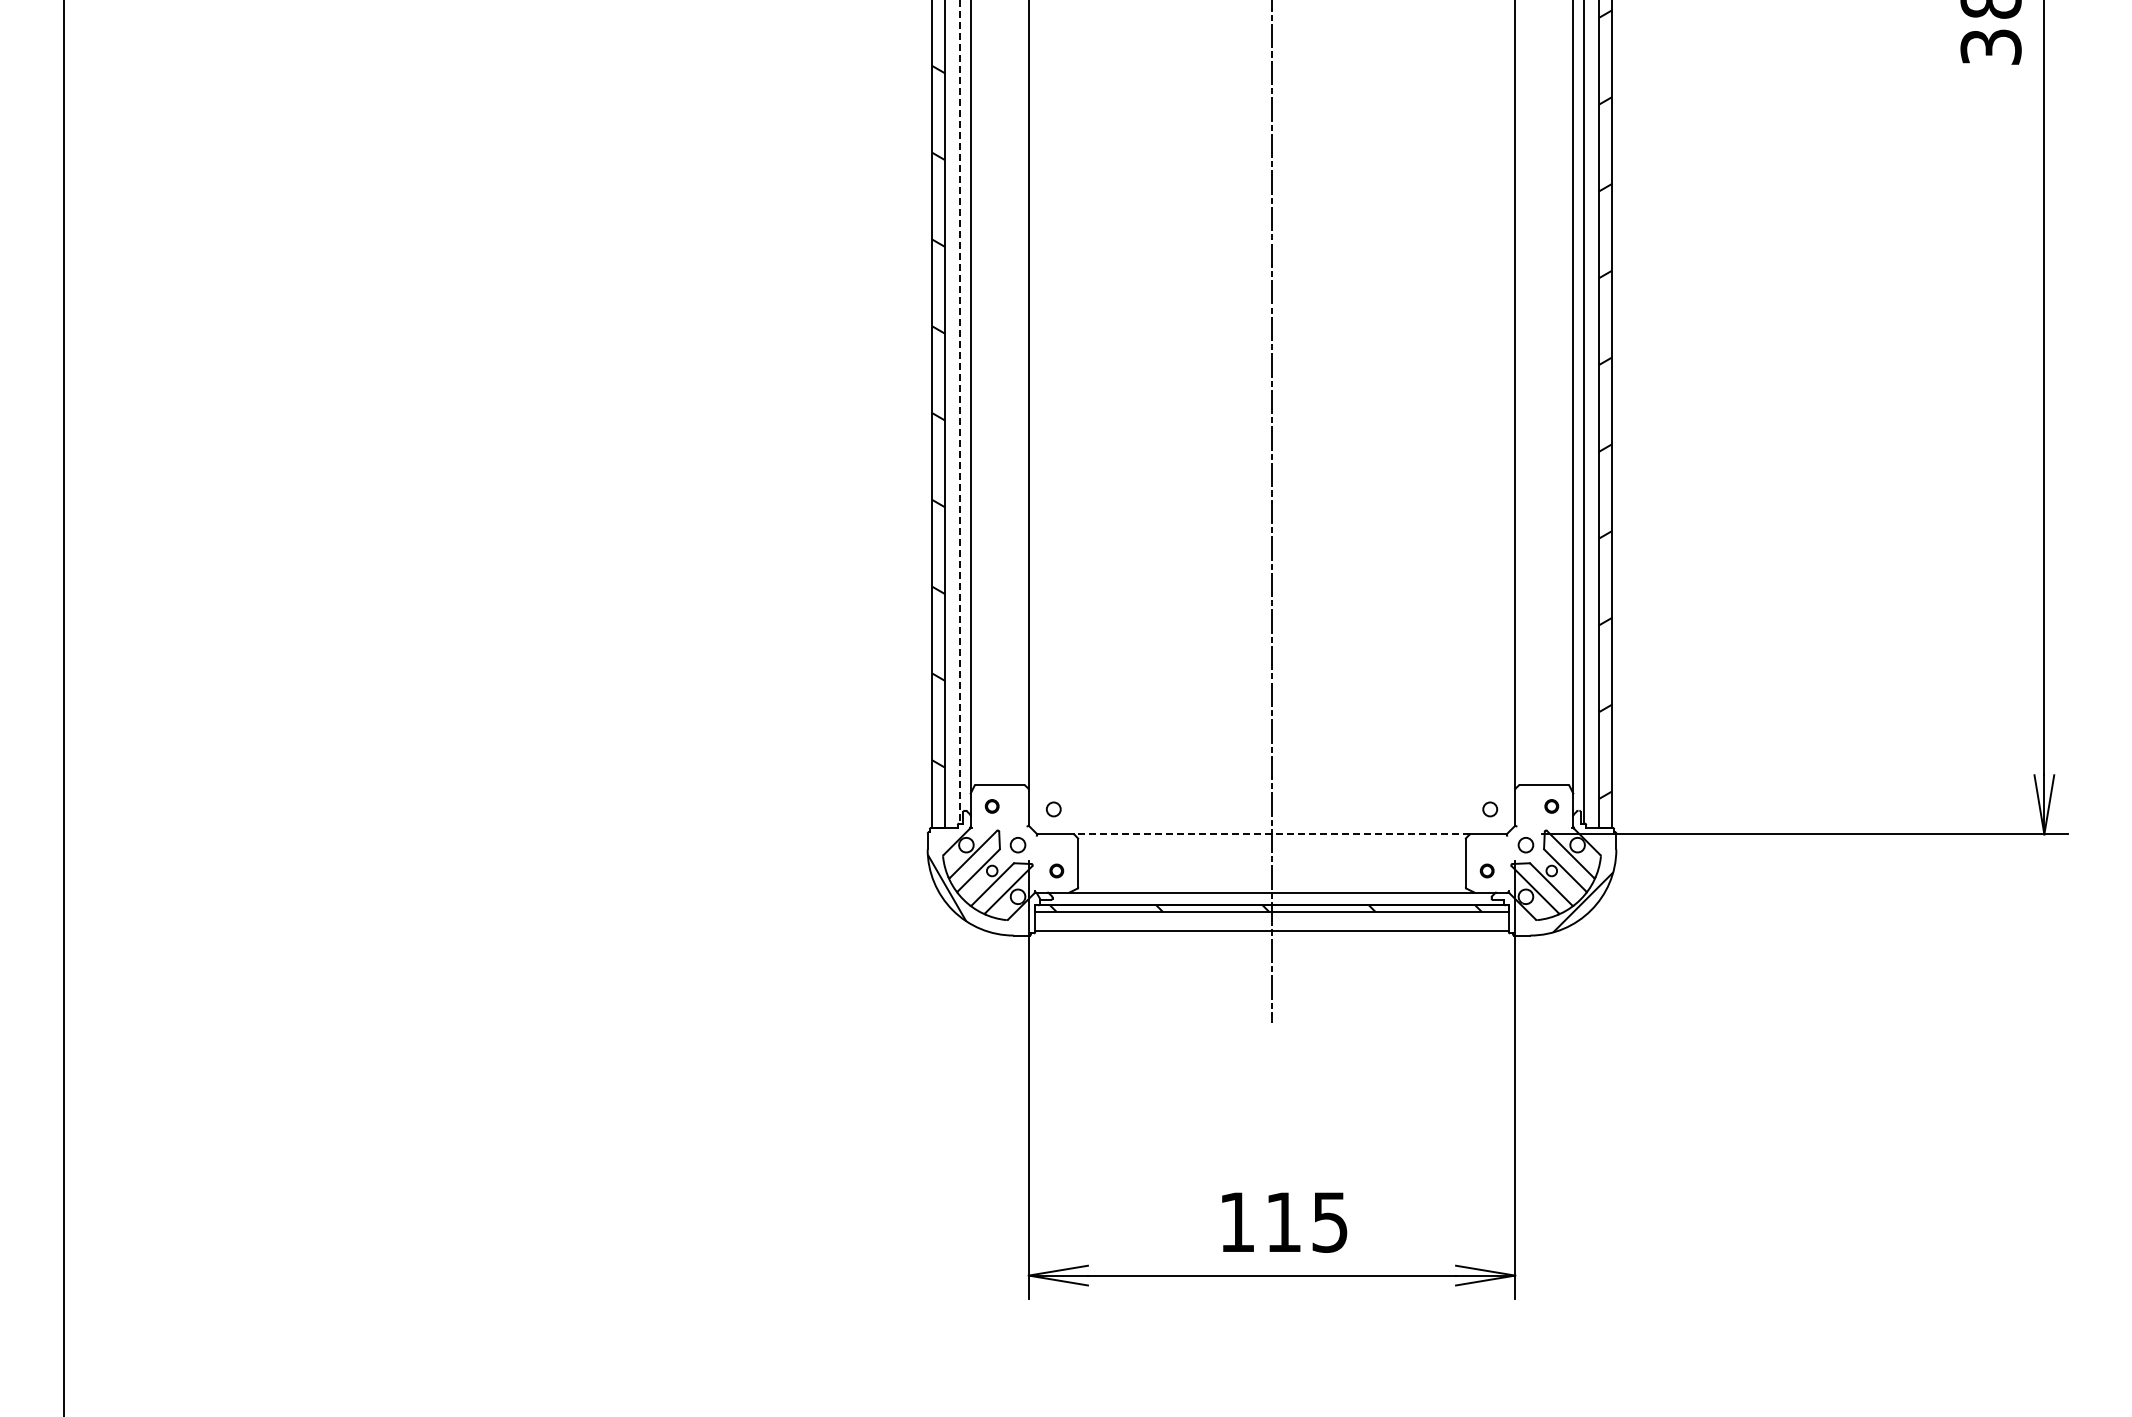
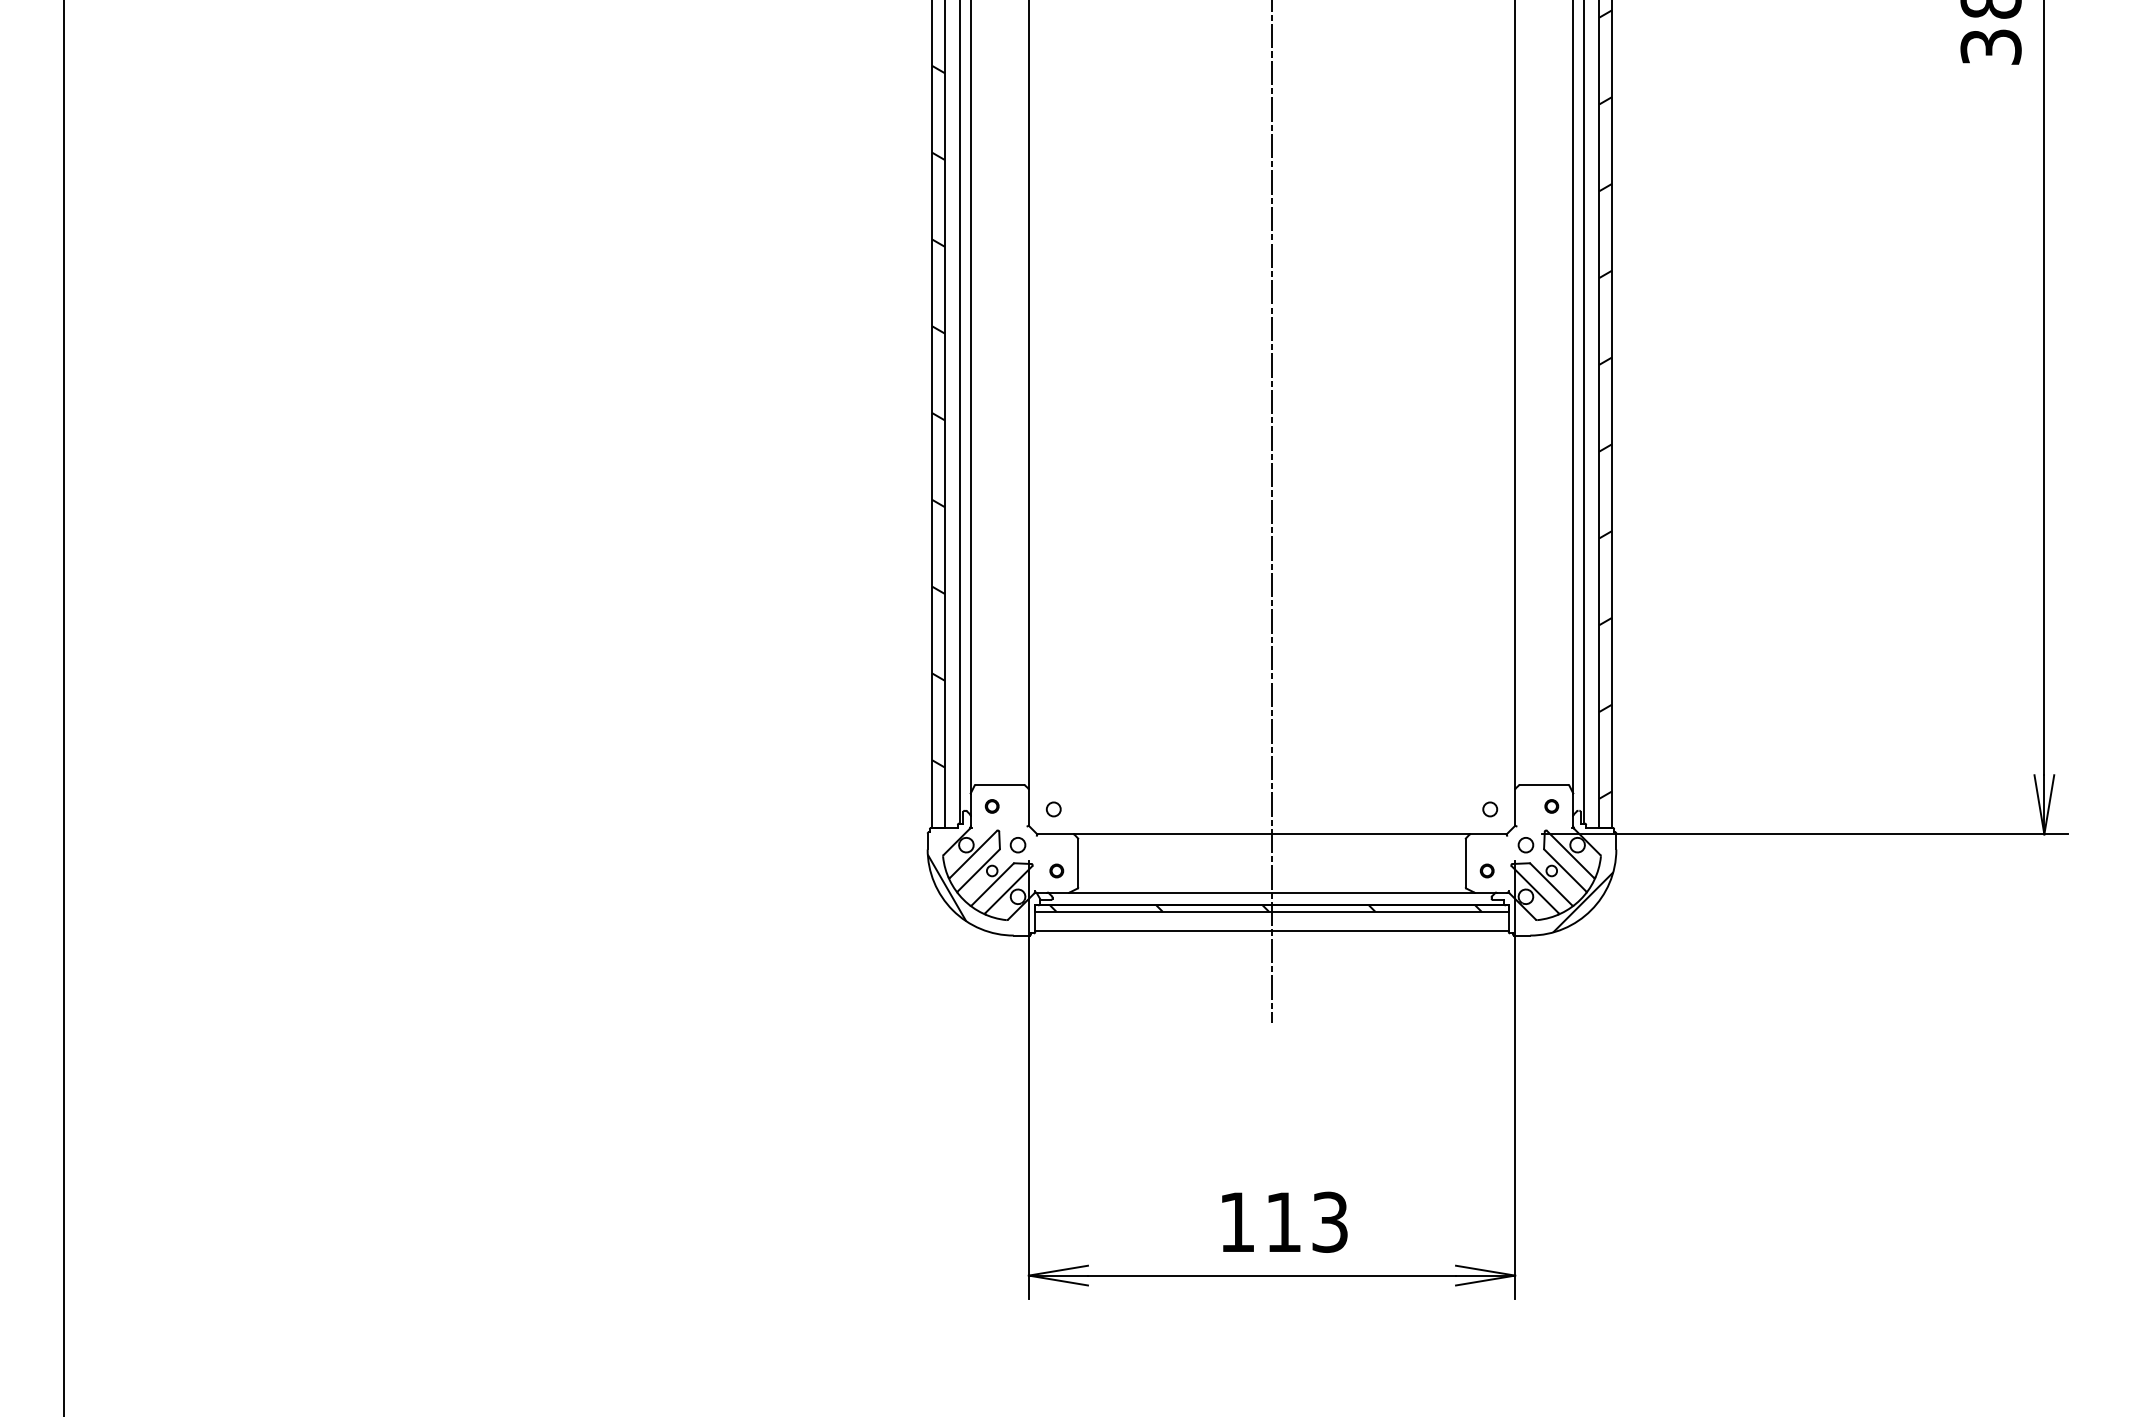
line at (959, 411): dashed -> solid
line at (1271, 834): dashed -> solid
text at (1330, 1221): 115 -> 113
